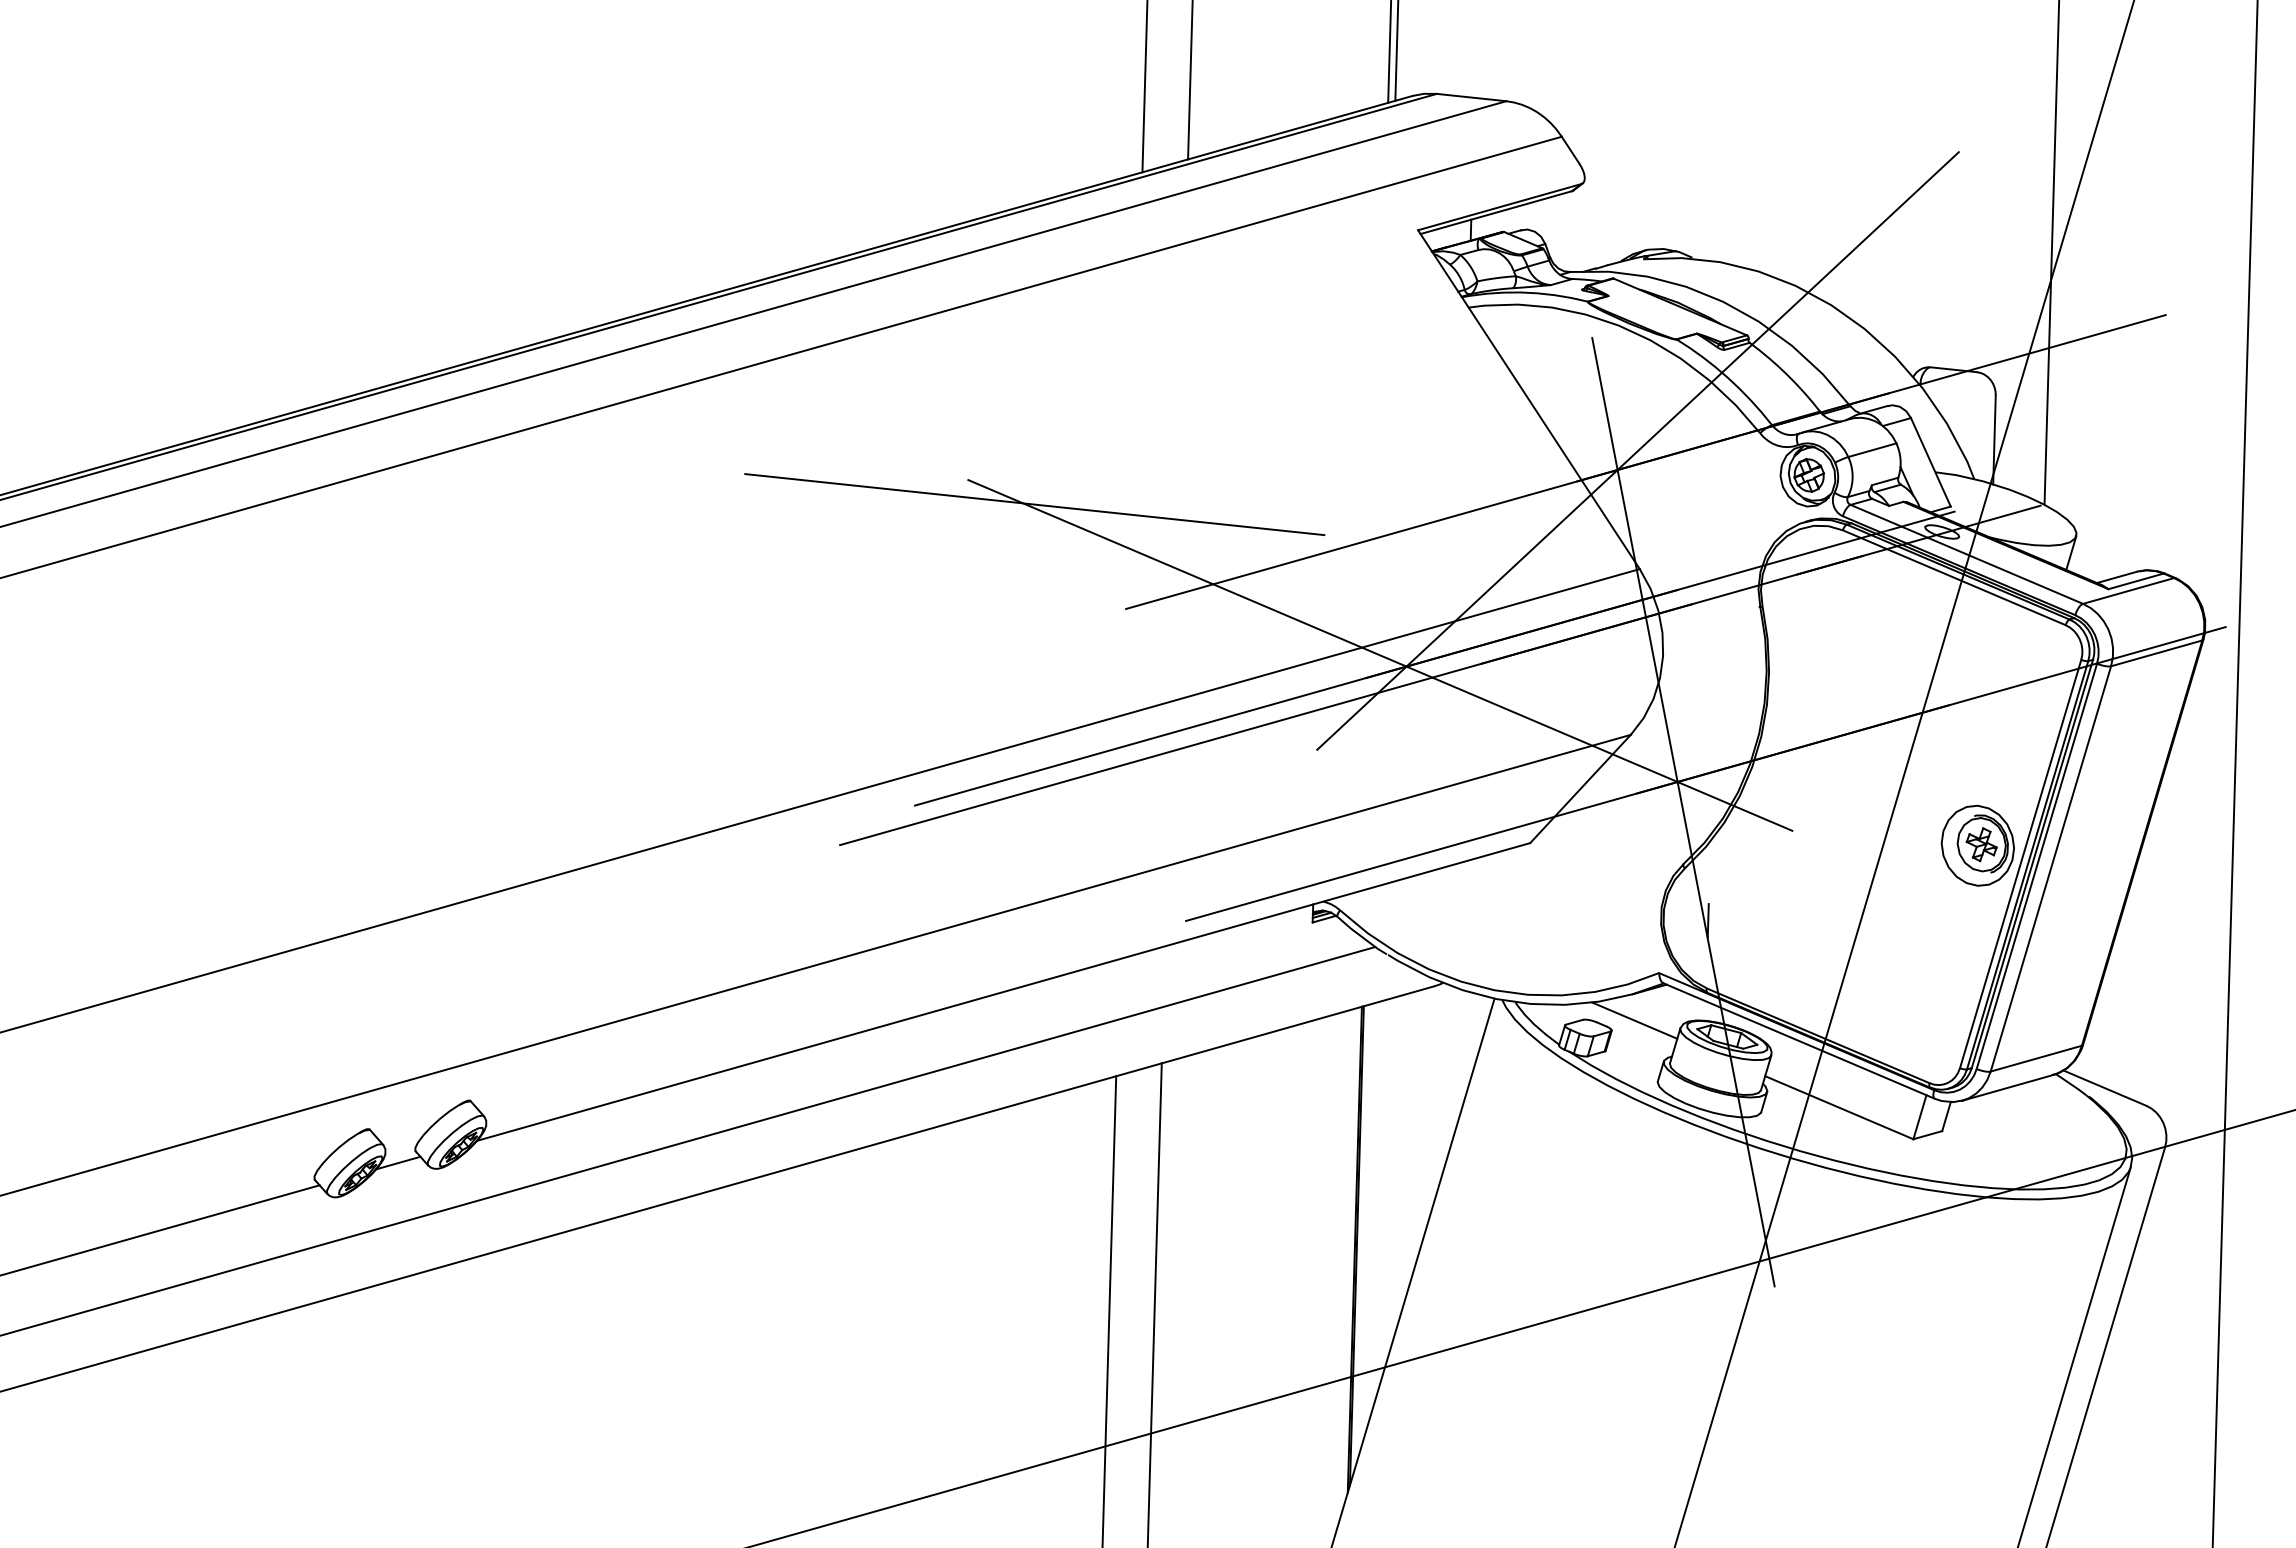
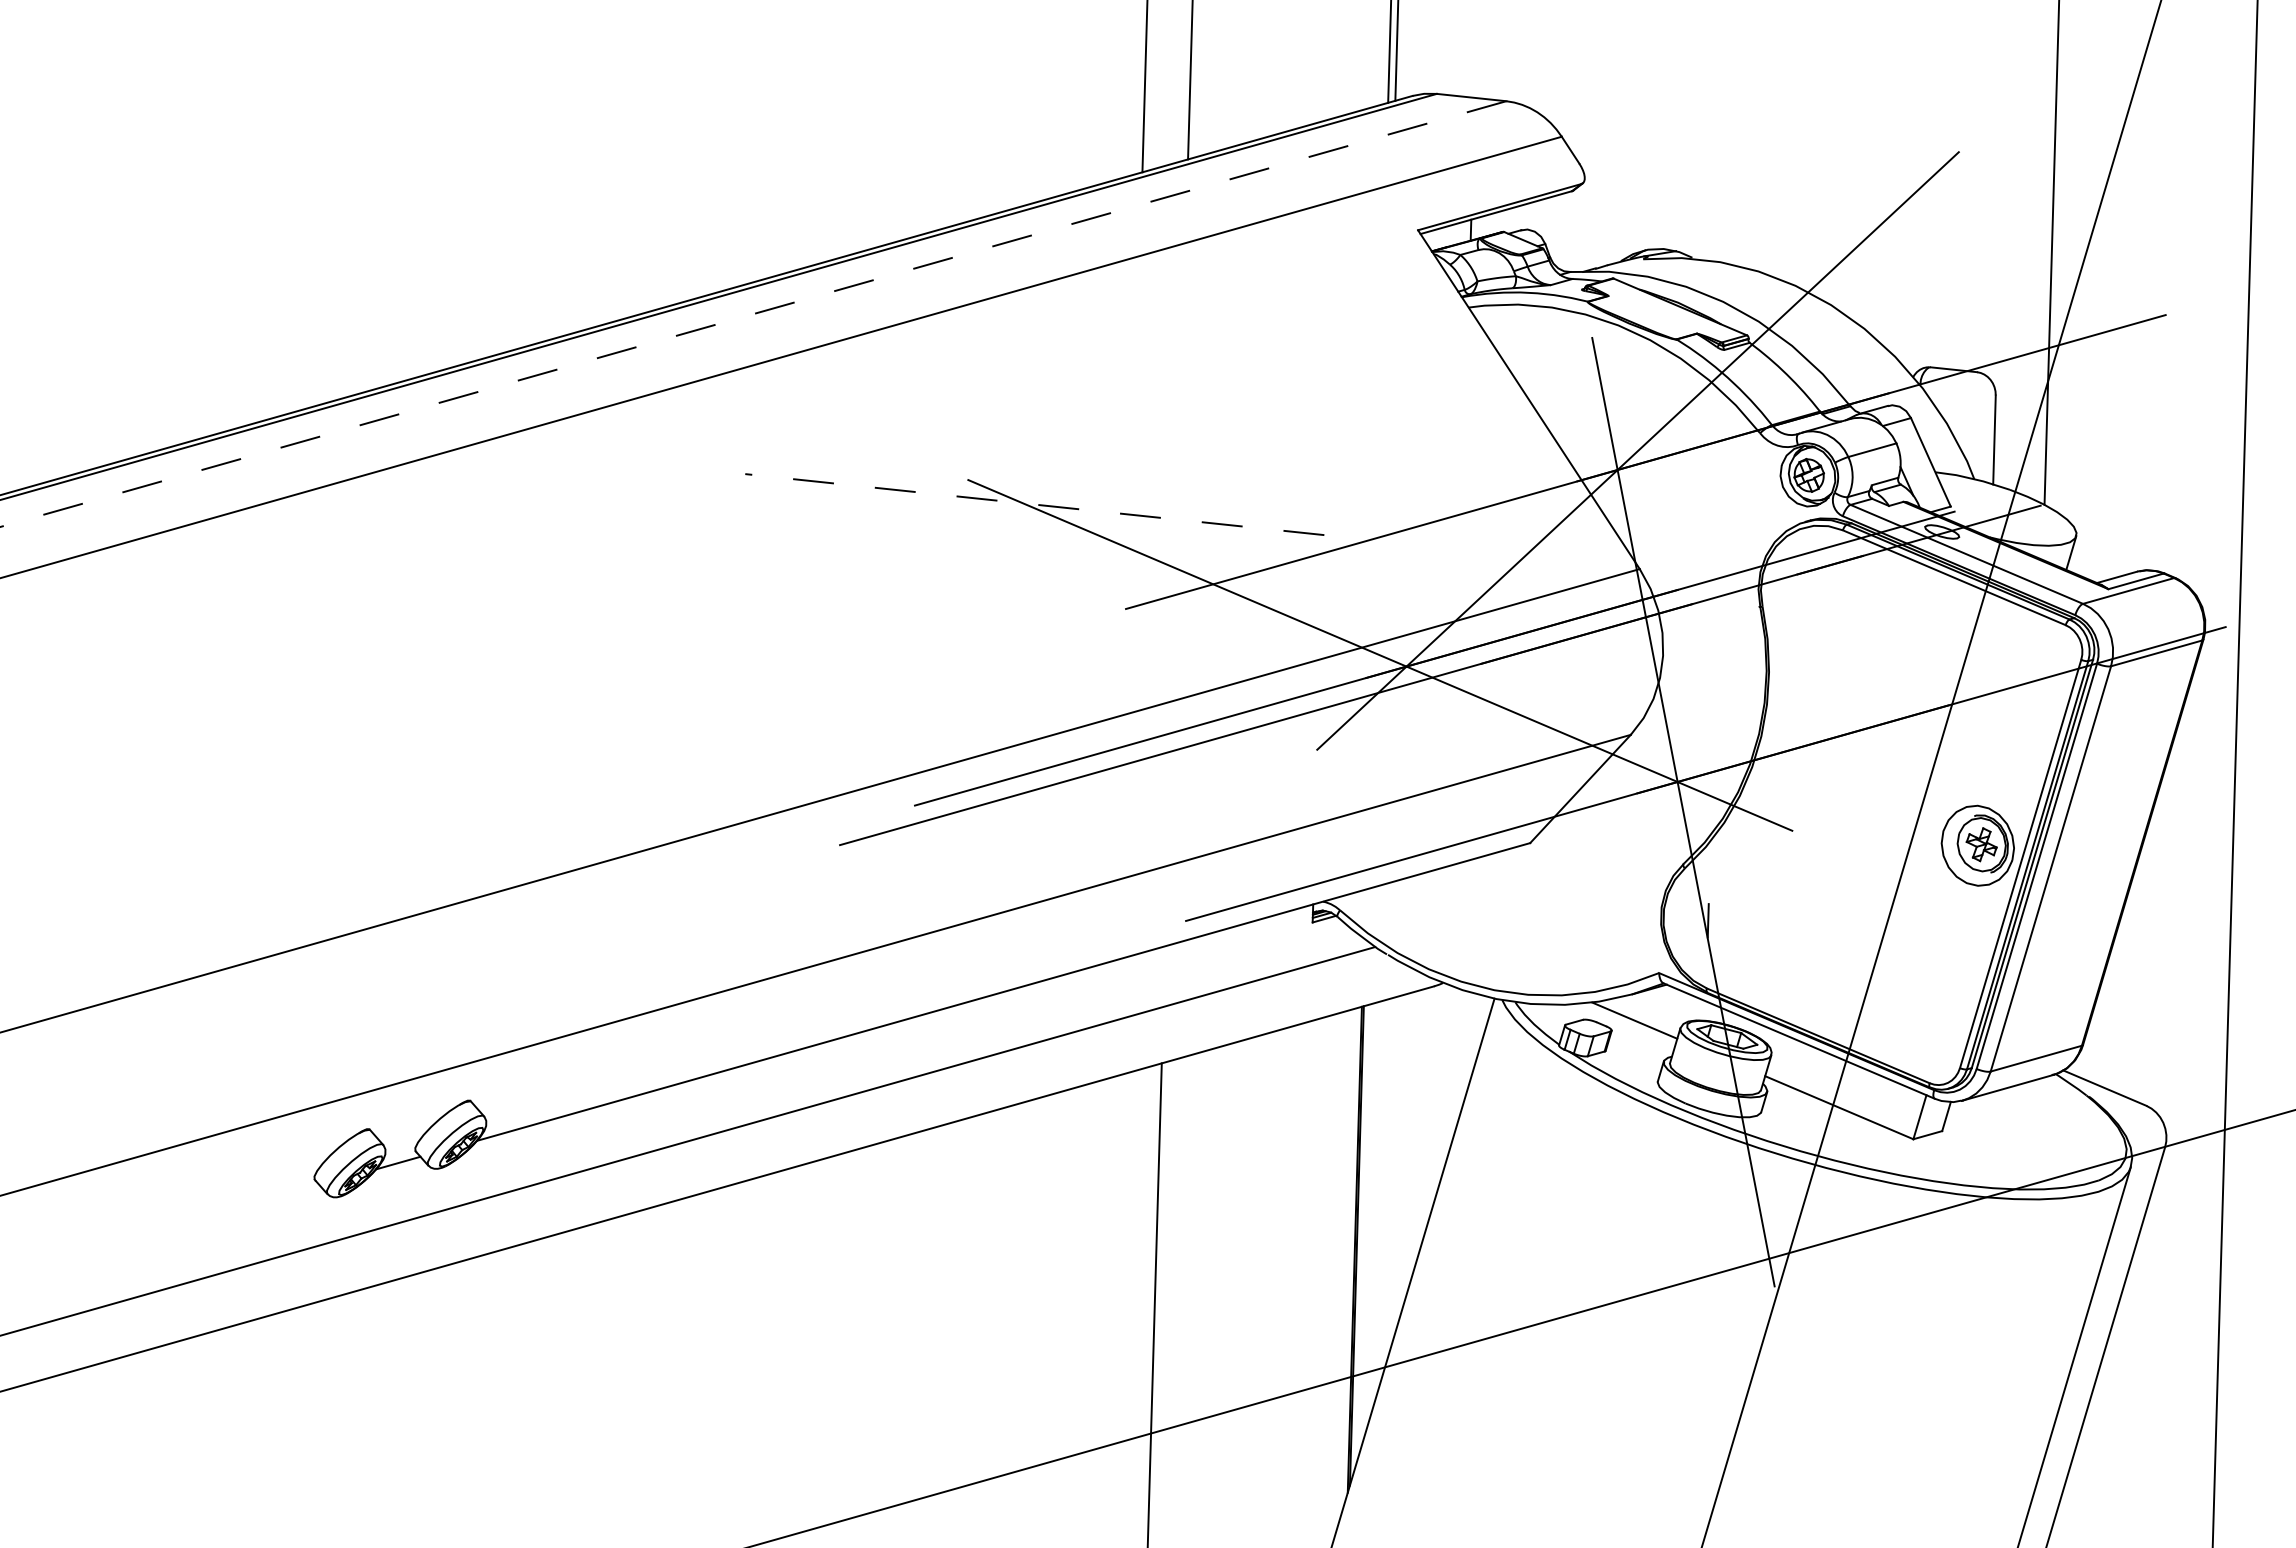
line at (752, 314): solid -> dashed
line at (1034, 504): solid -> dashed
line at (1904, 773) position: (1904, 773) -> (1931, 773)
line at (160, 1230): present -> none
line at (1109, 1310): present -> none
